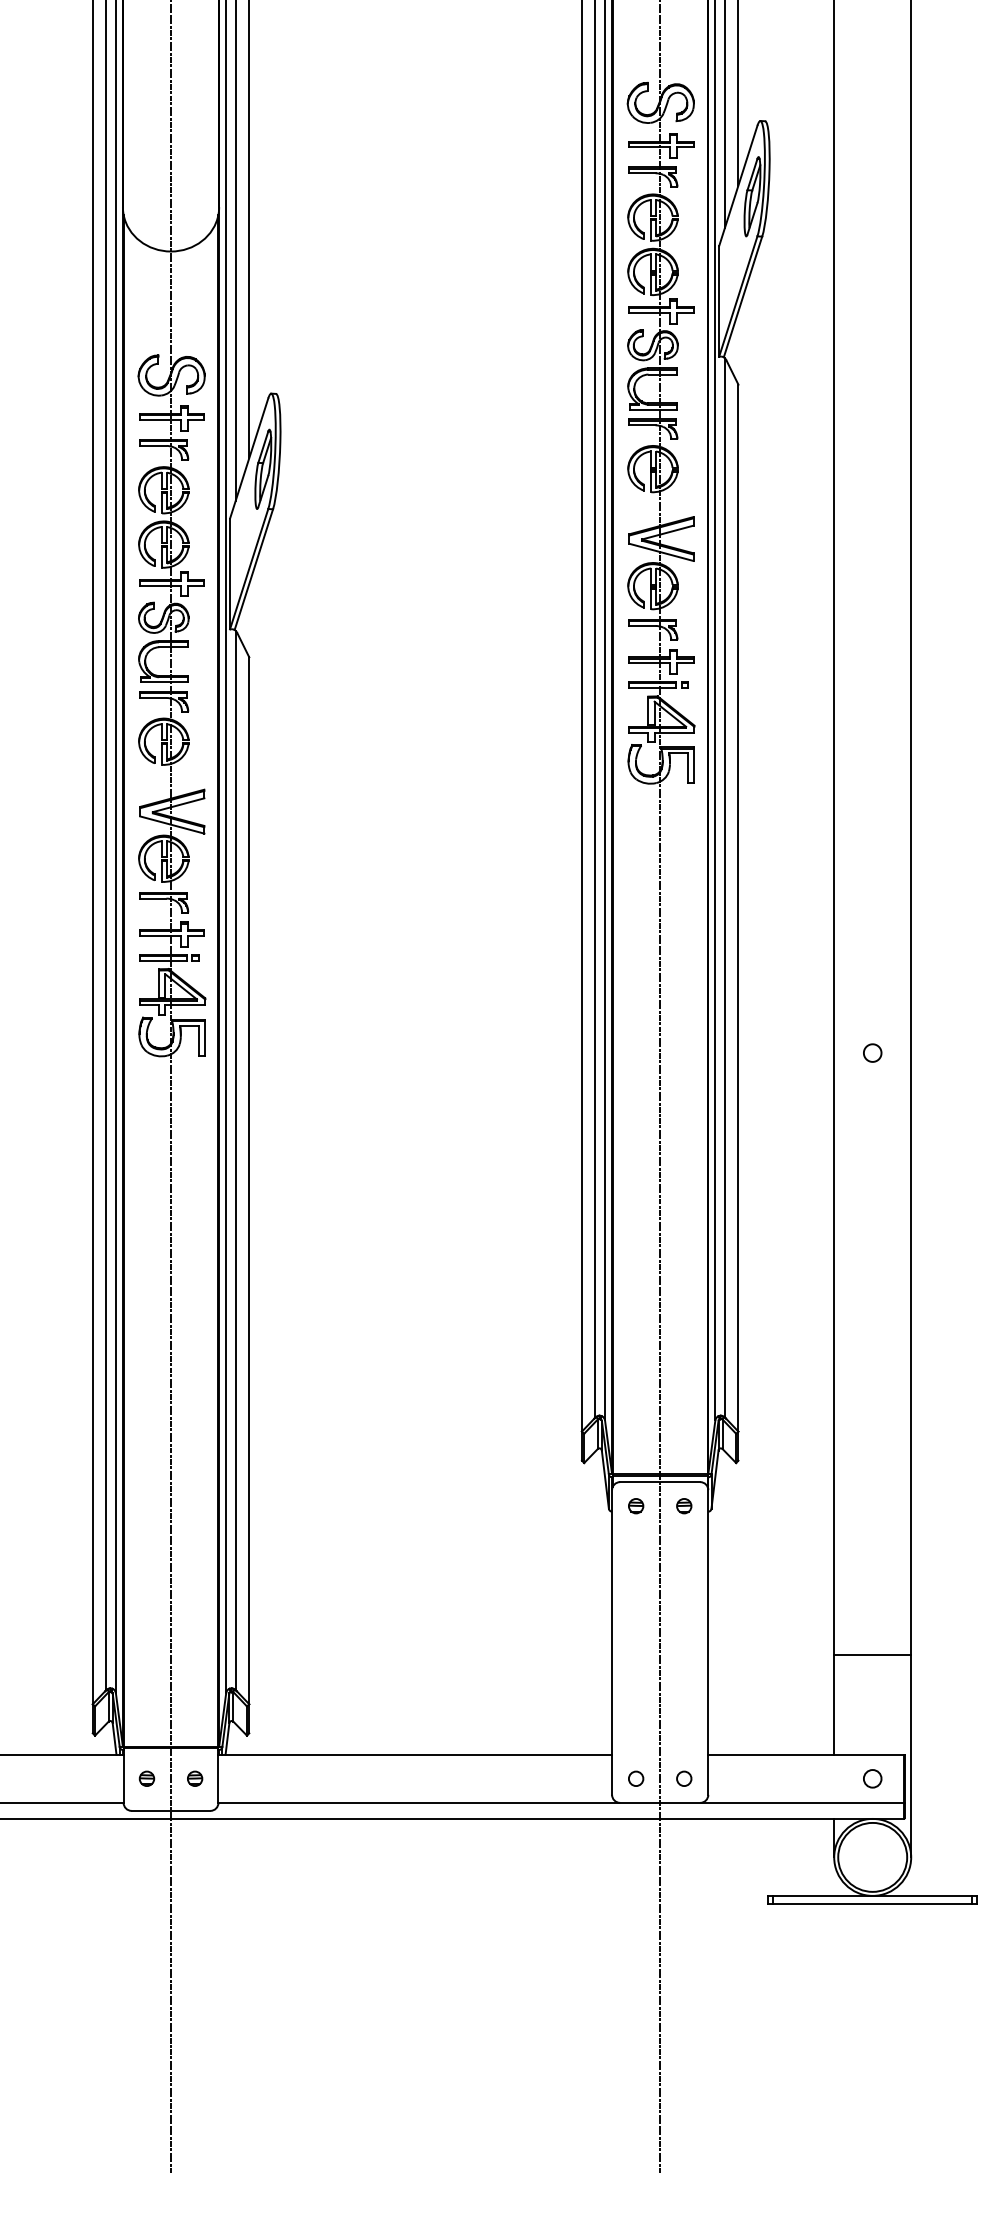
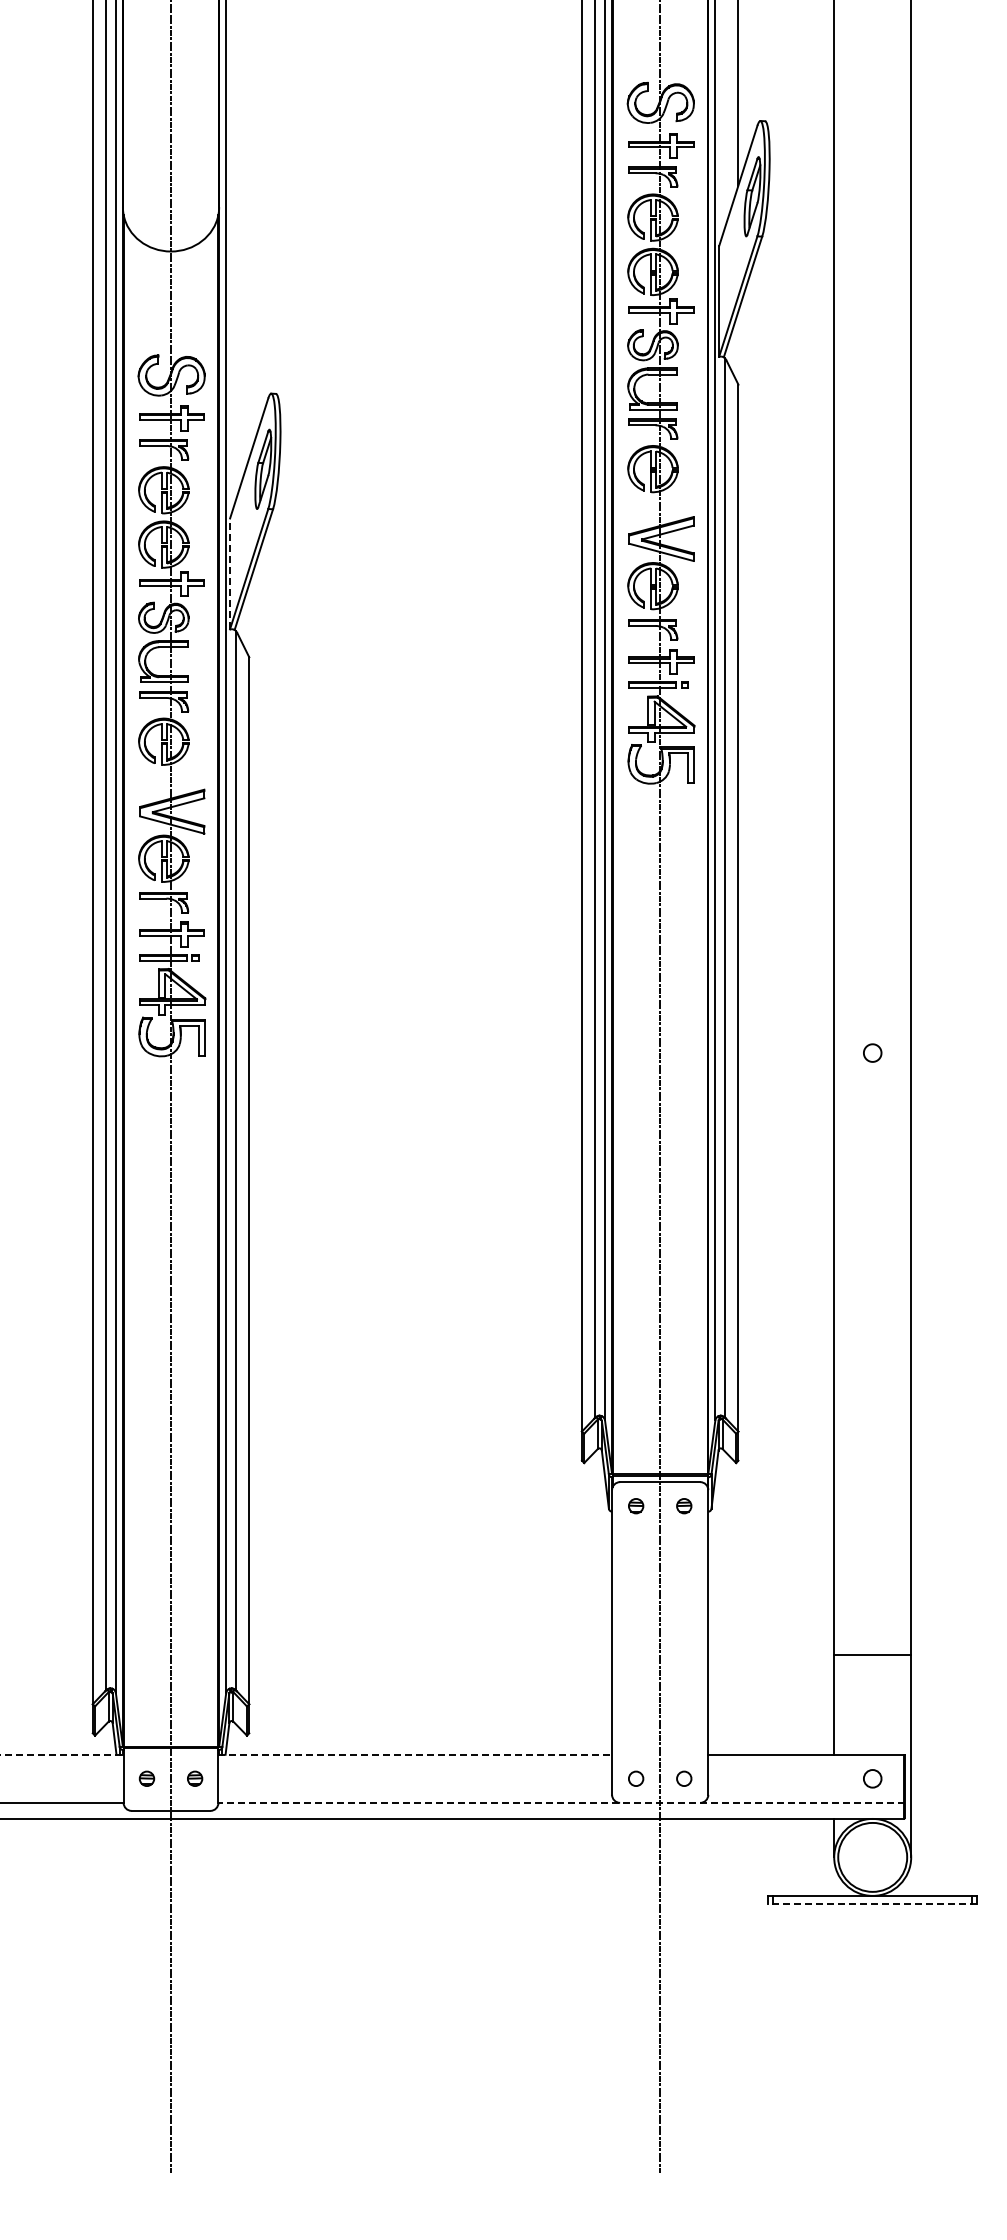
line at (724, 115): present -> none
line at (249, 230): present -> none
line at (235, 251): present -> none
line at (230, 573): solid -> dashed
line at (62, 1754): solid -> dashed
line at (415, 1754): solid -> dashed
line at (561, 1802): solid -> dashed
line at (872, 1903): solid -> dashed
